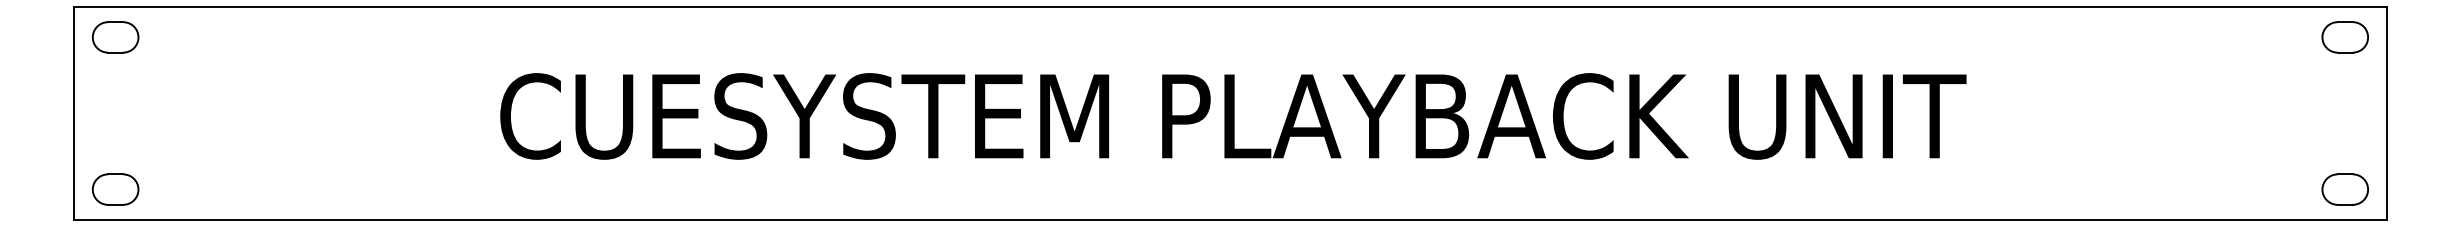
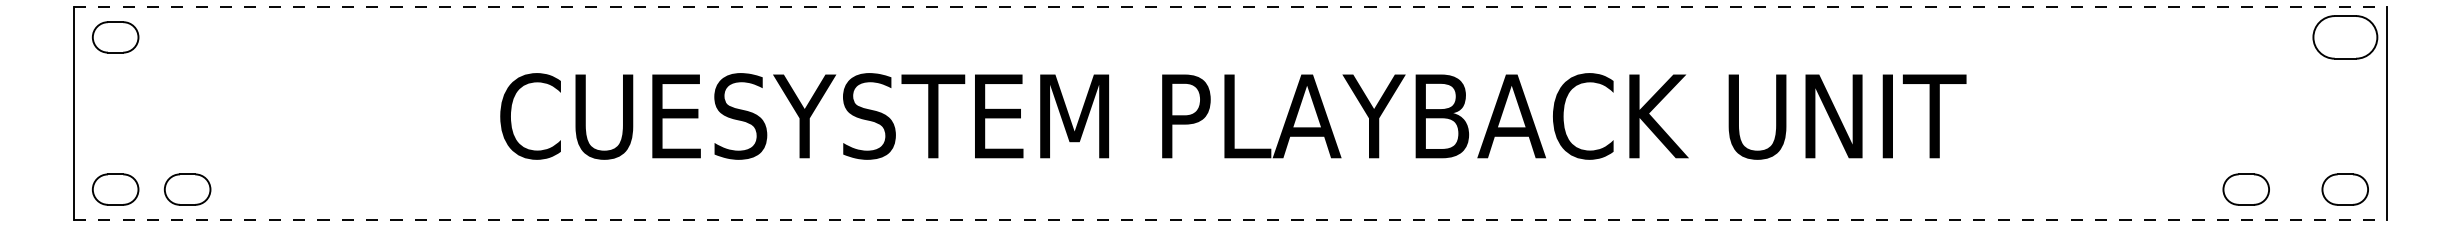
line at (1230, 6): solid -> dashed
part at (2344, 37) size: 48x33 px -> 67x45 px
part at (187, 189): none -> present
part at (2245, 189): none -> present
line at (1230, 220): solid -> dashed
